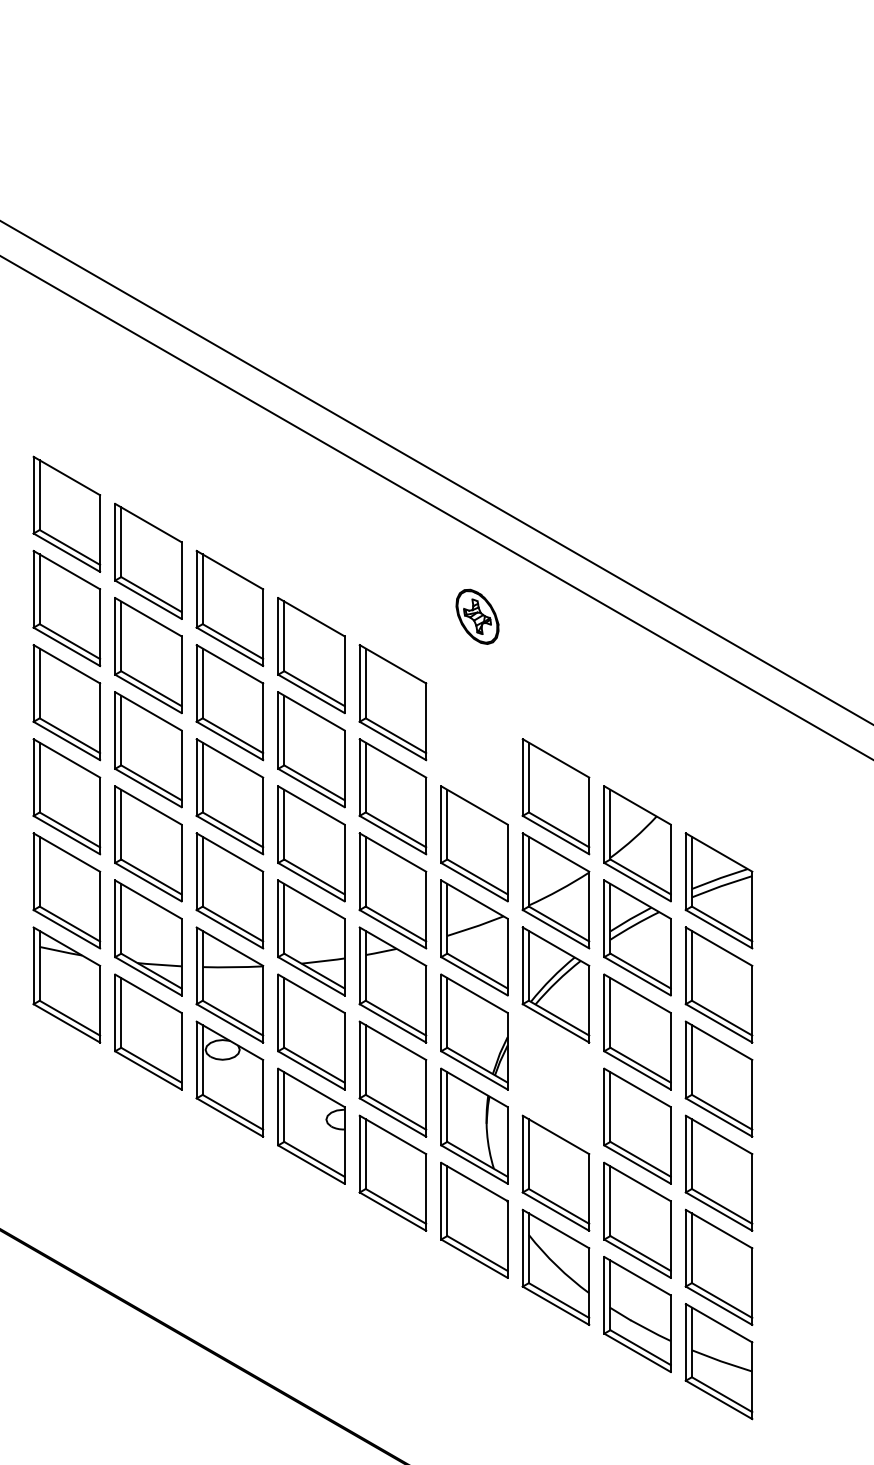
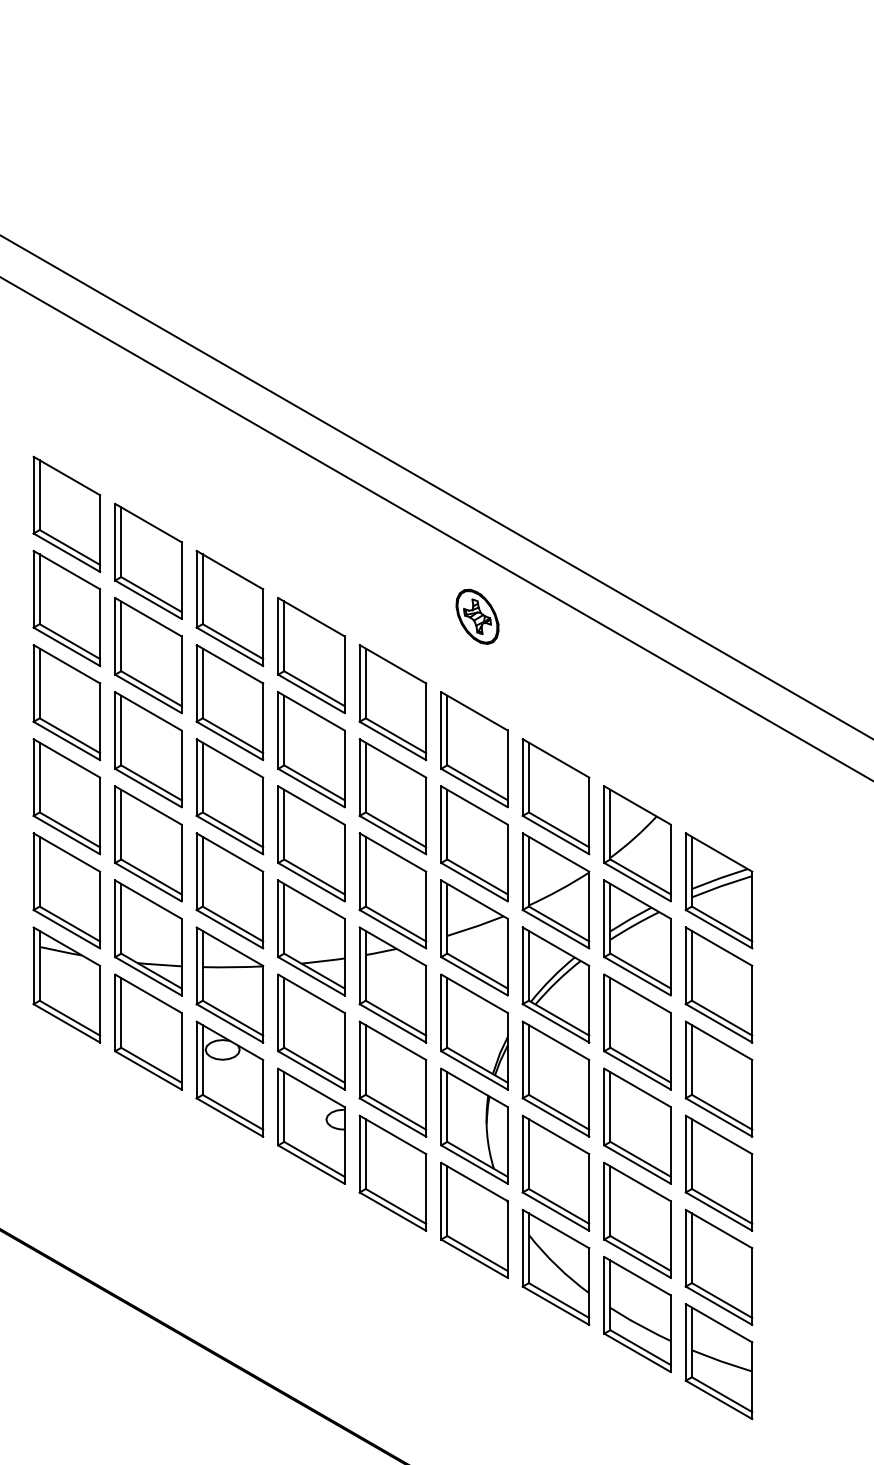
line at (436, 472) position: (436, 472) -> (436, 486)
line at (436, 507) position: (436, 507) -> (436, 528)
part at (474, 749): none -> present
part at (555, 1078): none -> present
